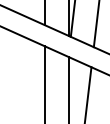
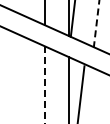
line at (96, 24): solid -> dashed
line at (44, 85): solid -> dashed
line at (88, 93) position: (88, 93) -> (80, 93)
